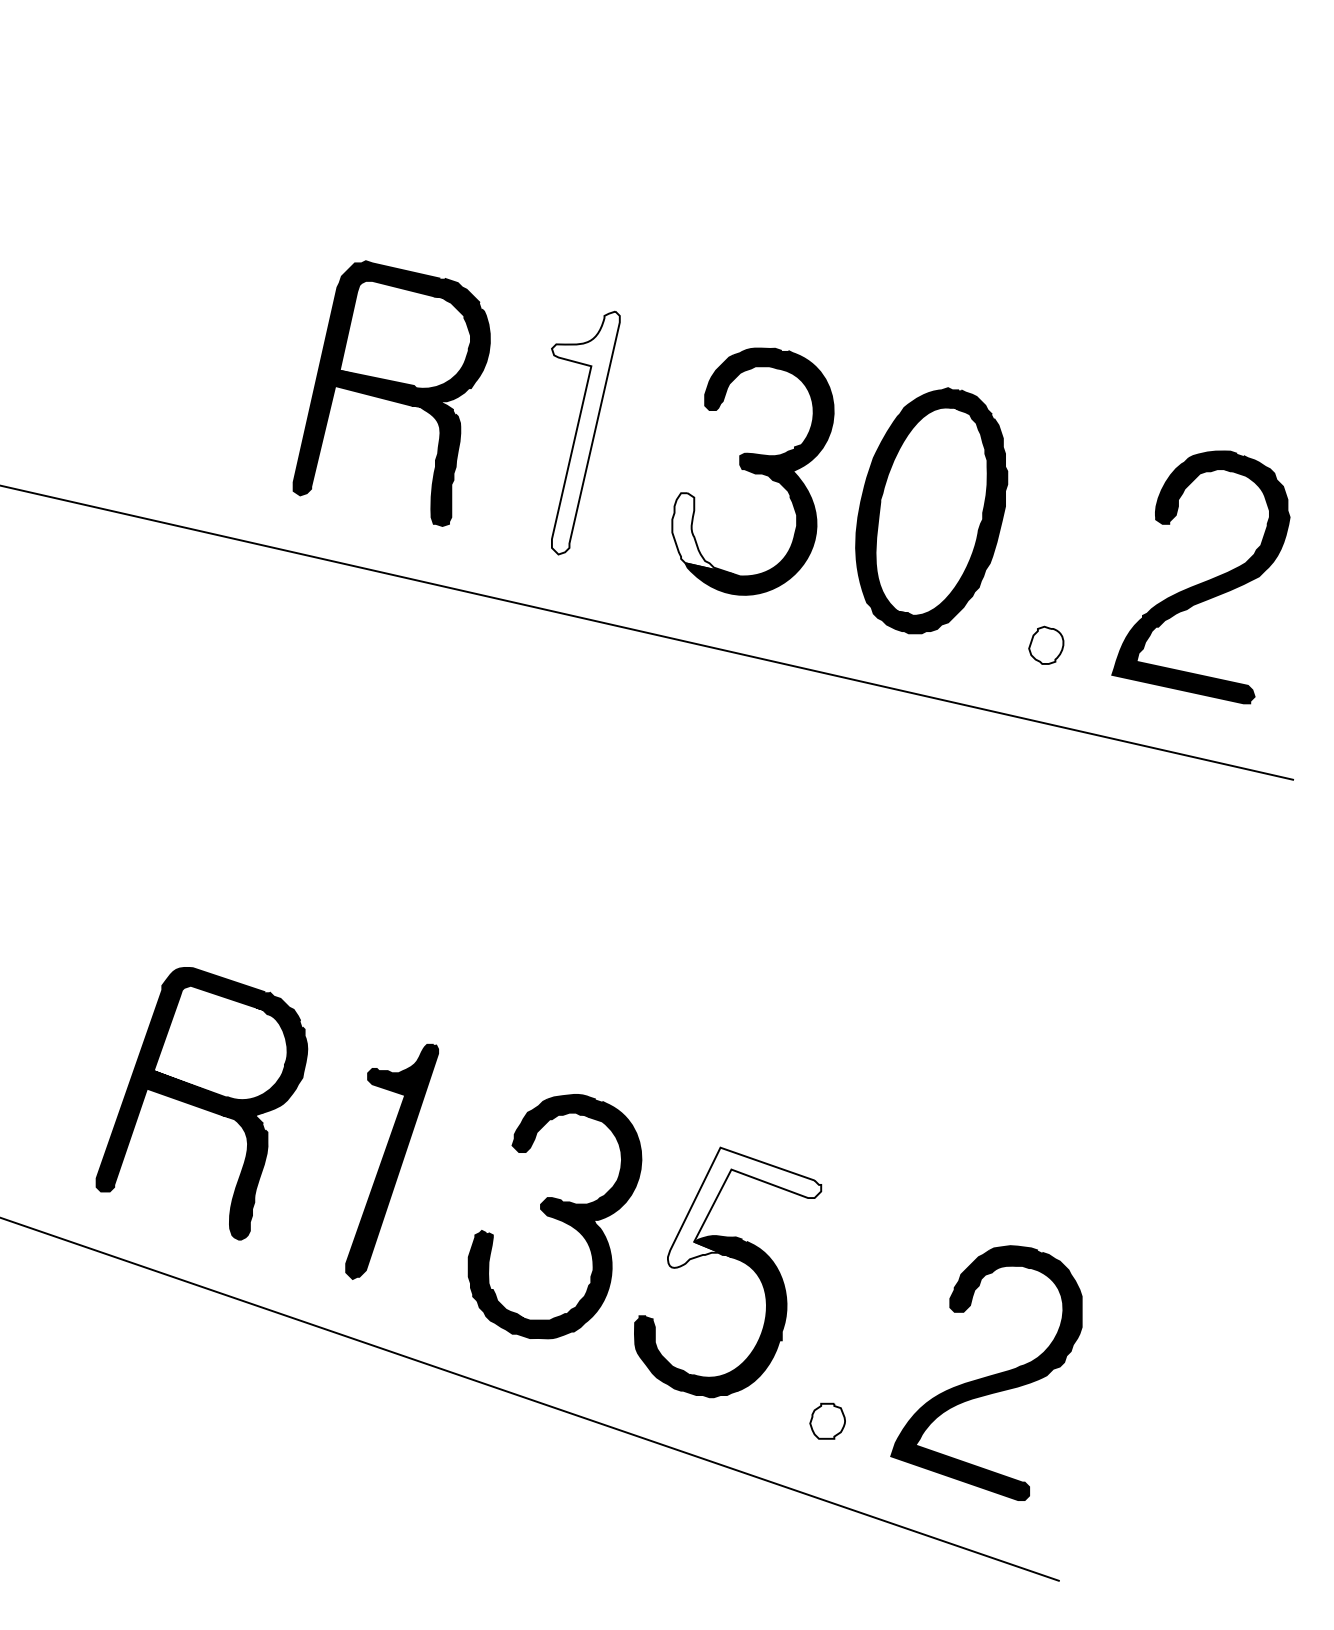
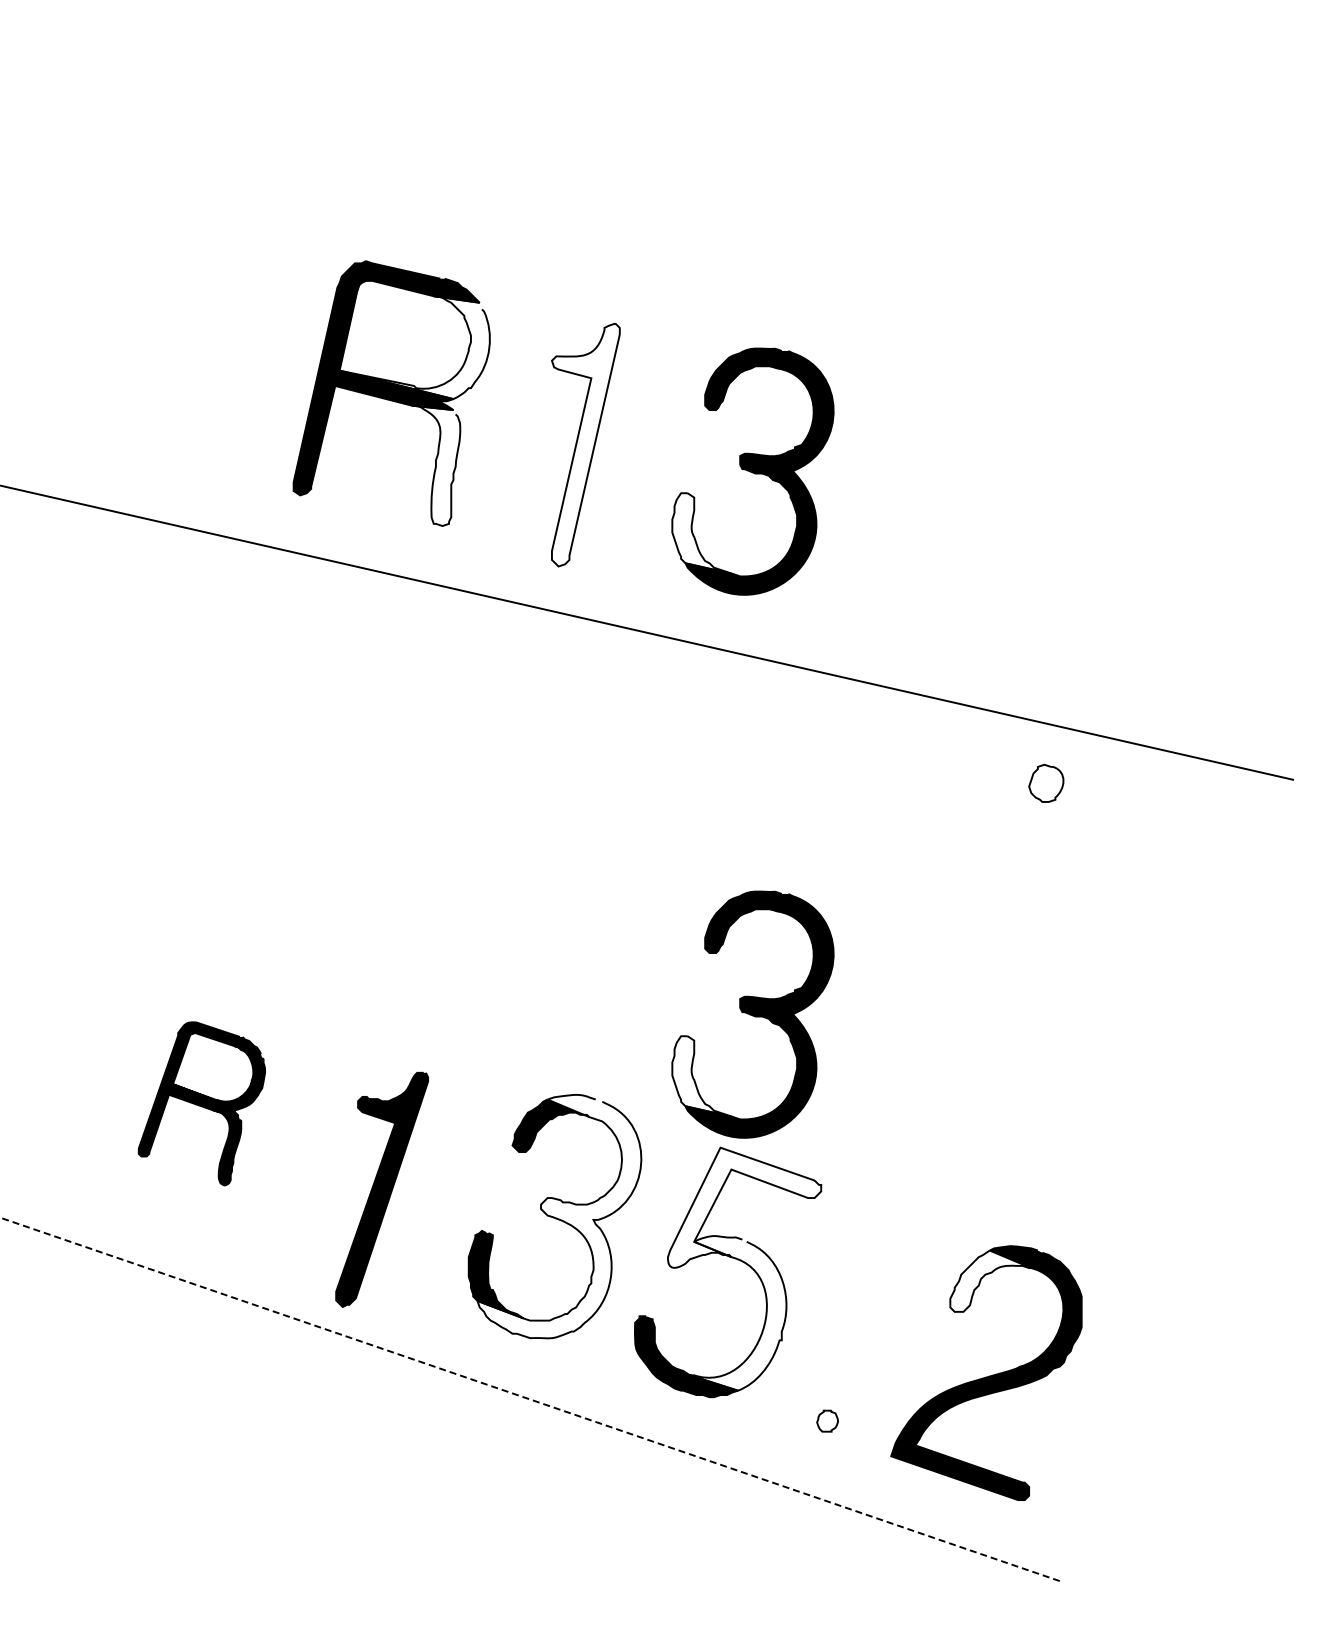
fill at (414, 347): present -> none
part at (585, 432) position: (585, 432) -> (585, 444)
fill at (435, 465): present -> none
part at (931, 510): present -> none
part at (1200, 577): present -> none
part at (1046, 644) position: (1046, 644) -> (1046, 782)
part at (752, 1014): none -> present
part at (201, 1103) size: 214x274 px -> 129x166 px
part at (391, 1161) position: (391, 1161) -> (381, 1189)
fill at (559, 1216): present -> none
fill at (990, 1280): present -> none
fill at (737, 1313): present -> none
line at (530, 1399): solid -> dashed
part at (827, 1420) size: 37x38 px -> 23x24 px
